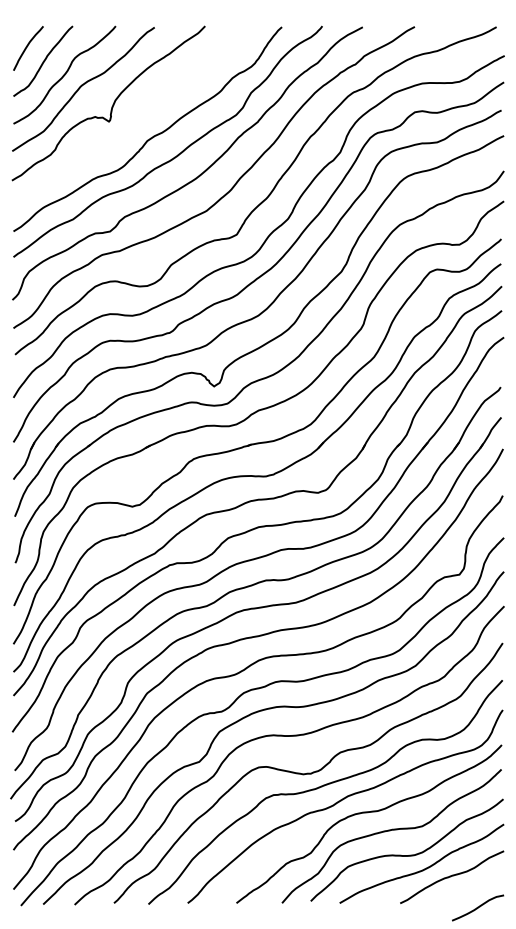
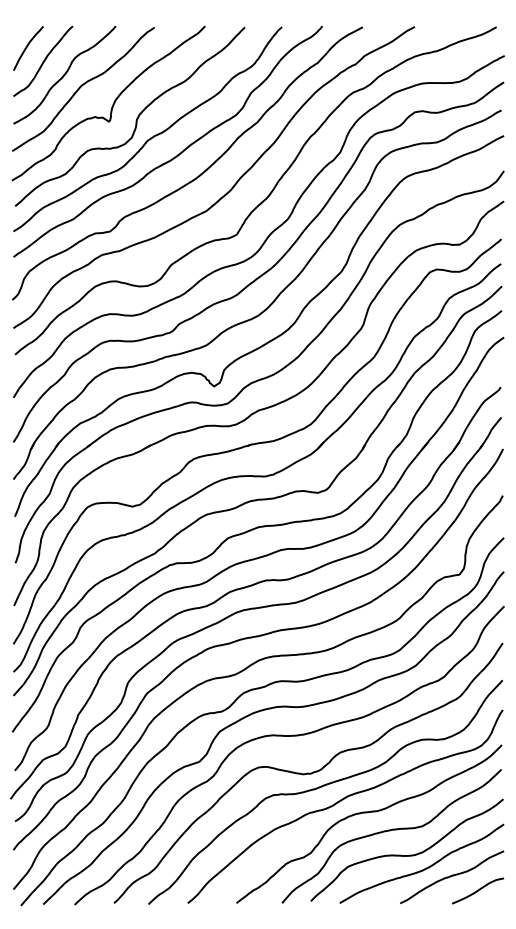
curve at (135, 120): none -> present
curve at (478, 907) position: (478, 907) -> (478, 890)
